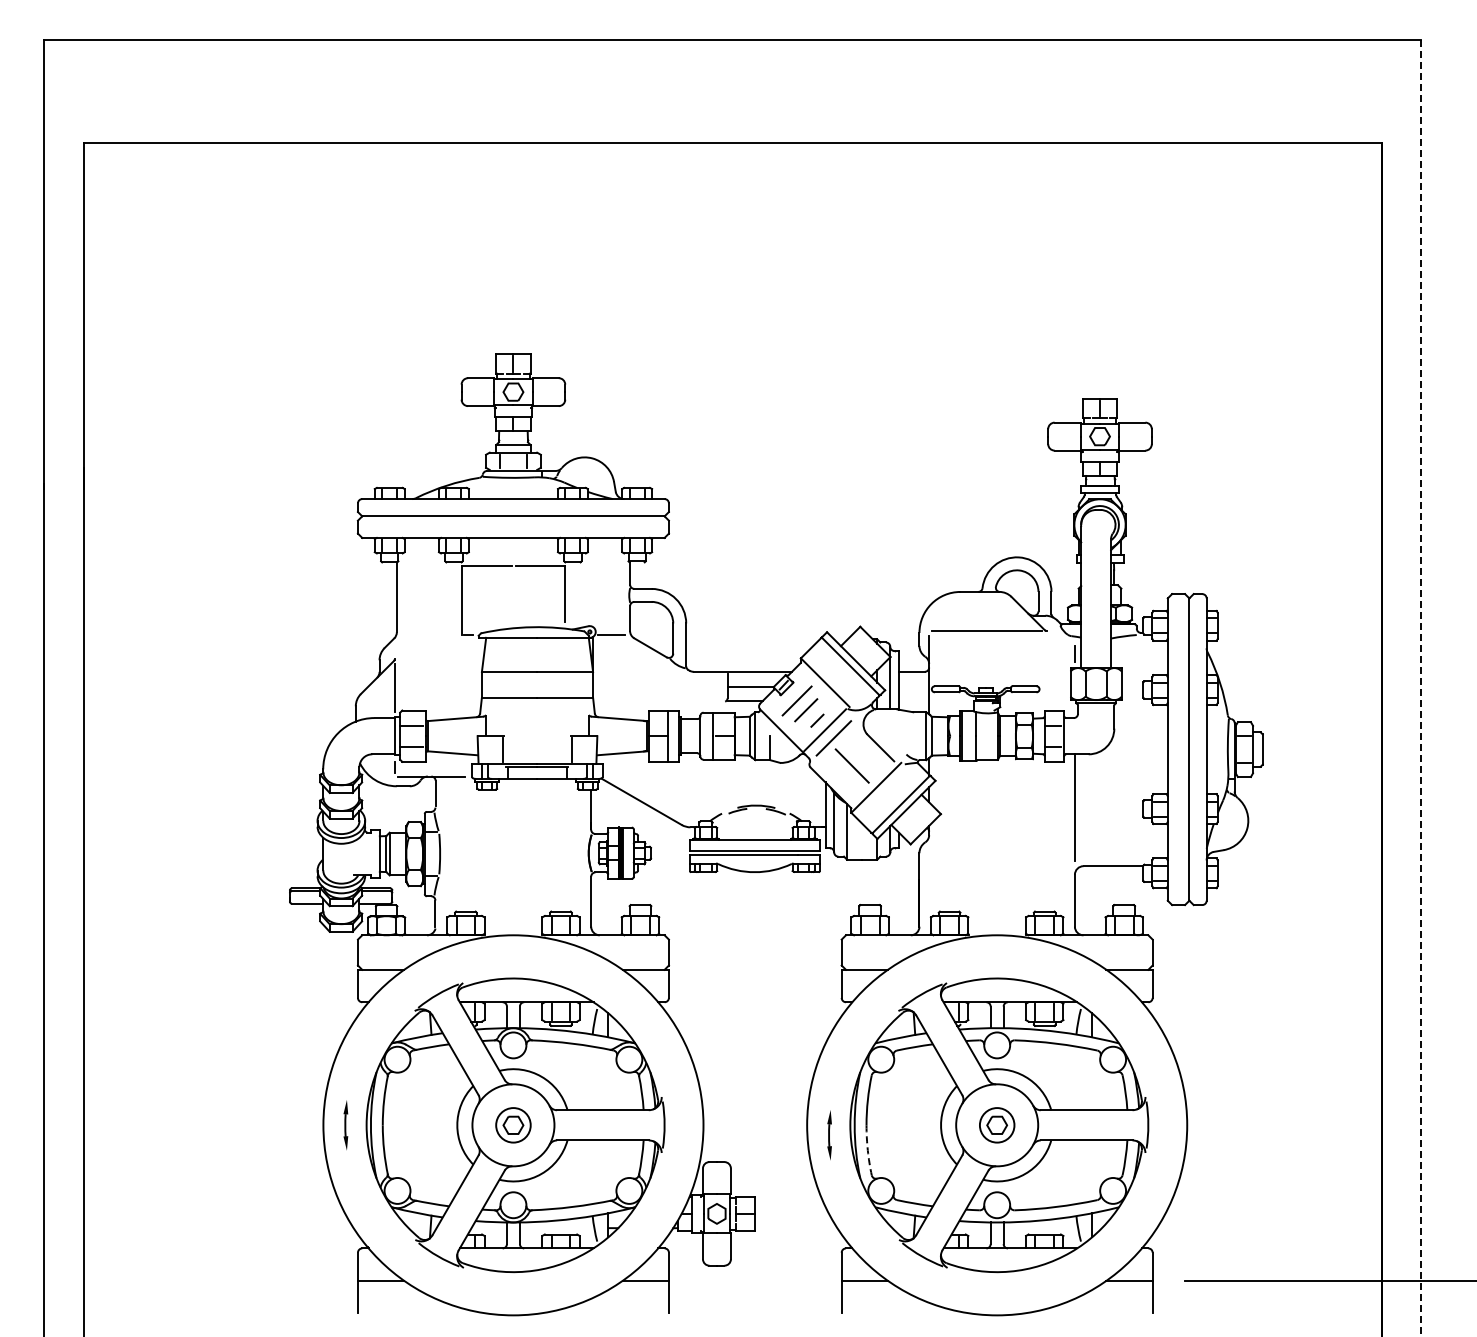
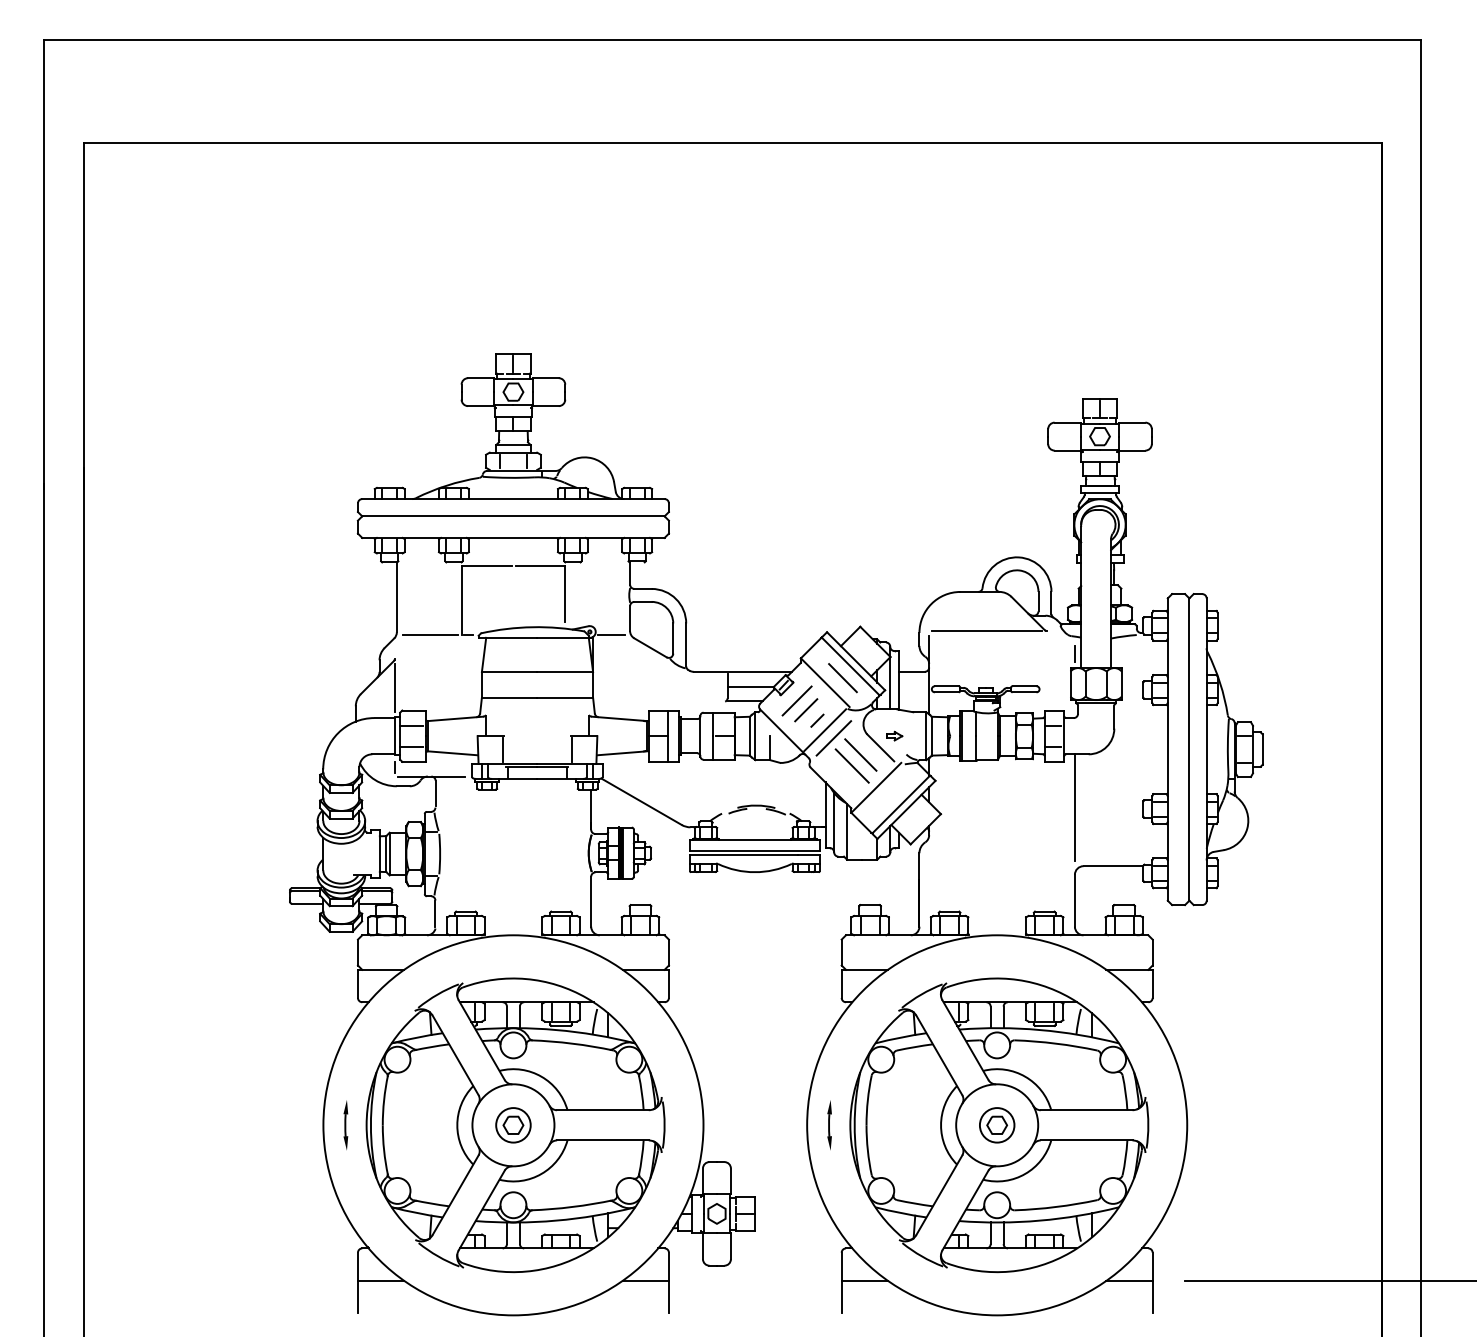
line at (429, 635): none -> present
line at (842, 678): none -> present
line at (1421, 688): dashed -> solid
part at (894, 735): none -> present
line at (860, 754): none -> present
part at (829, 1134) position: (829, 1134) -> (829, 1124)
arc at (867, 1150): dashed -> solid
